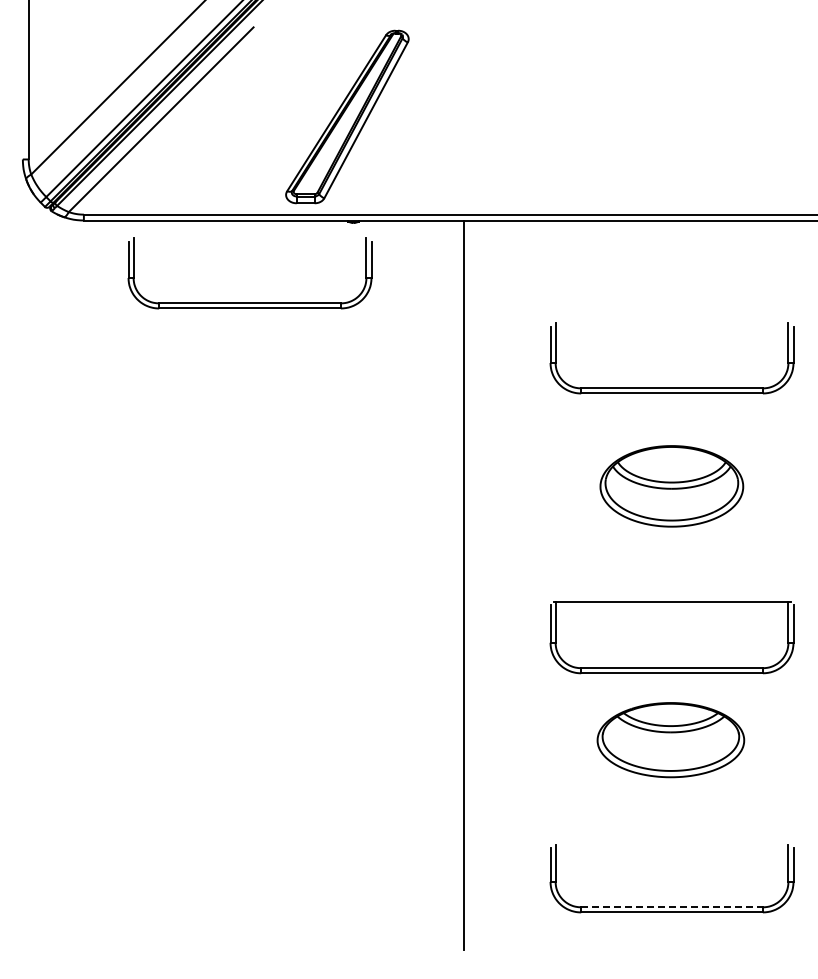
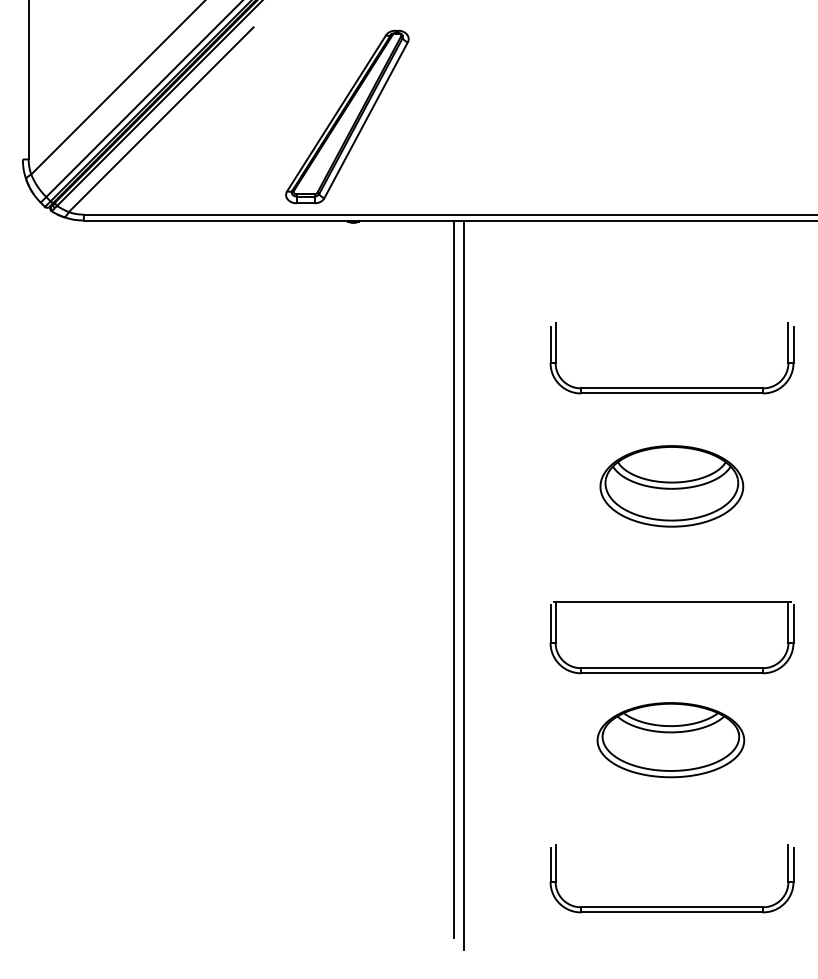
part at (249, 302): present -> none
line at (453, 579): none -> present
line at (672, 907): dashed -> solid
